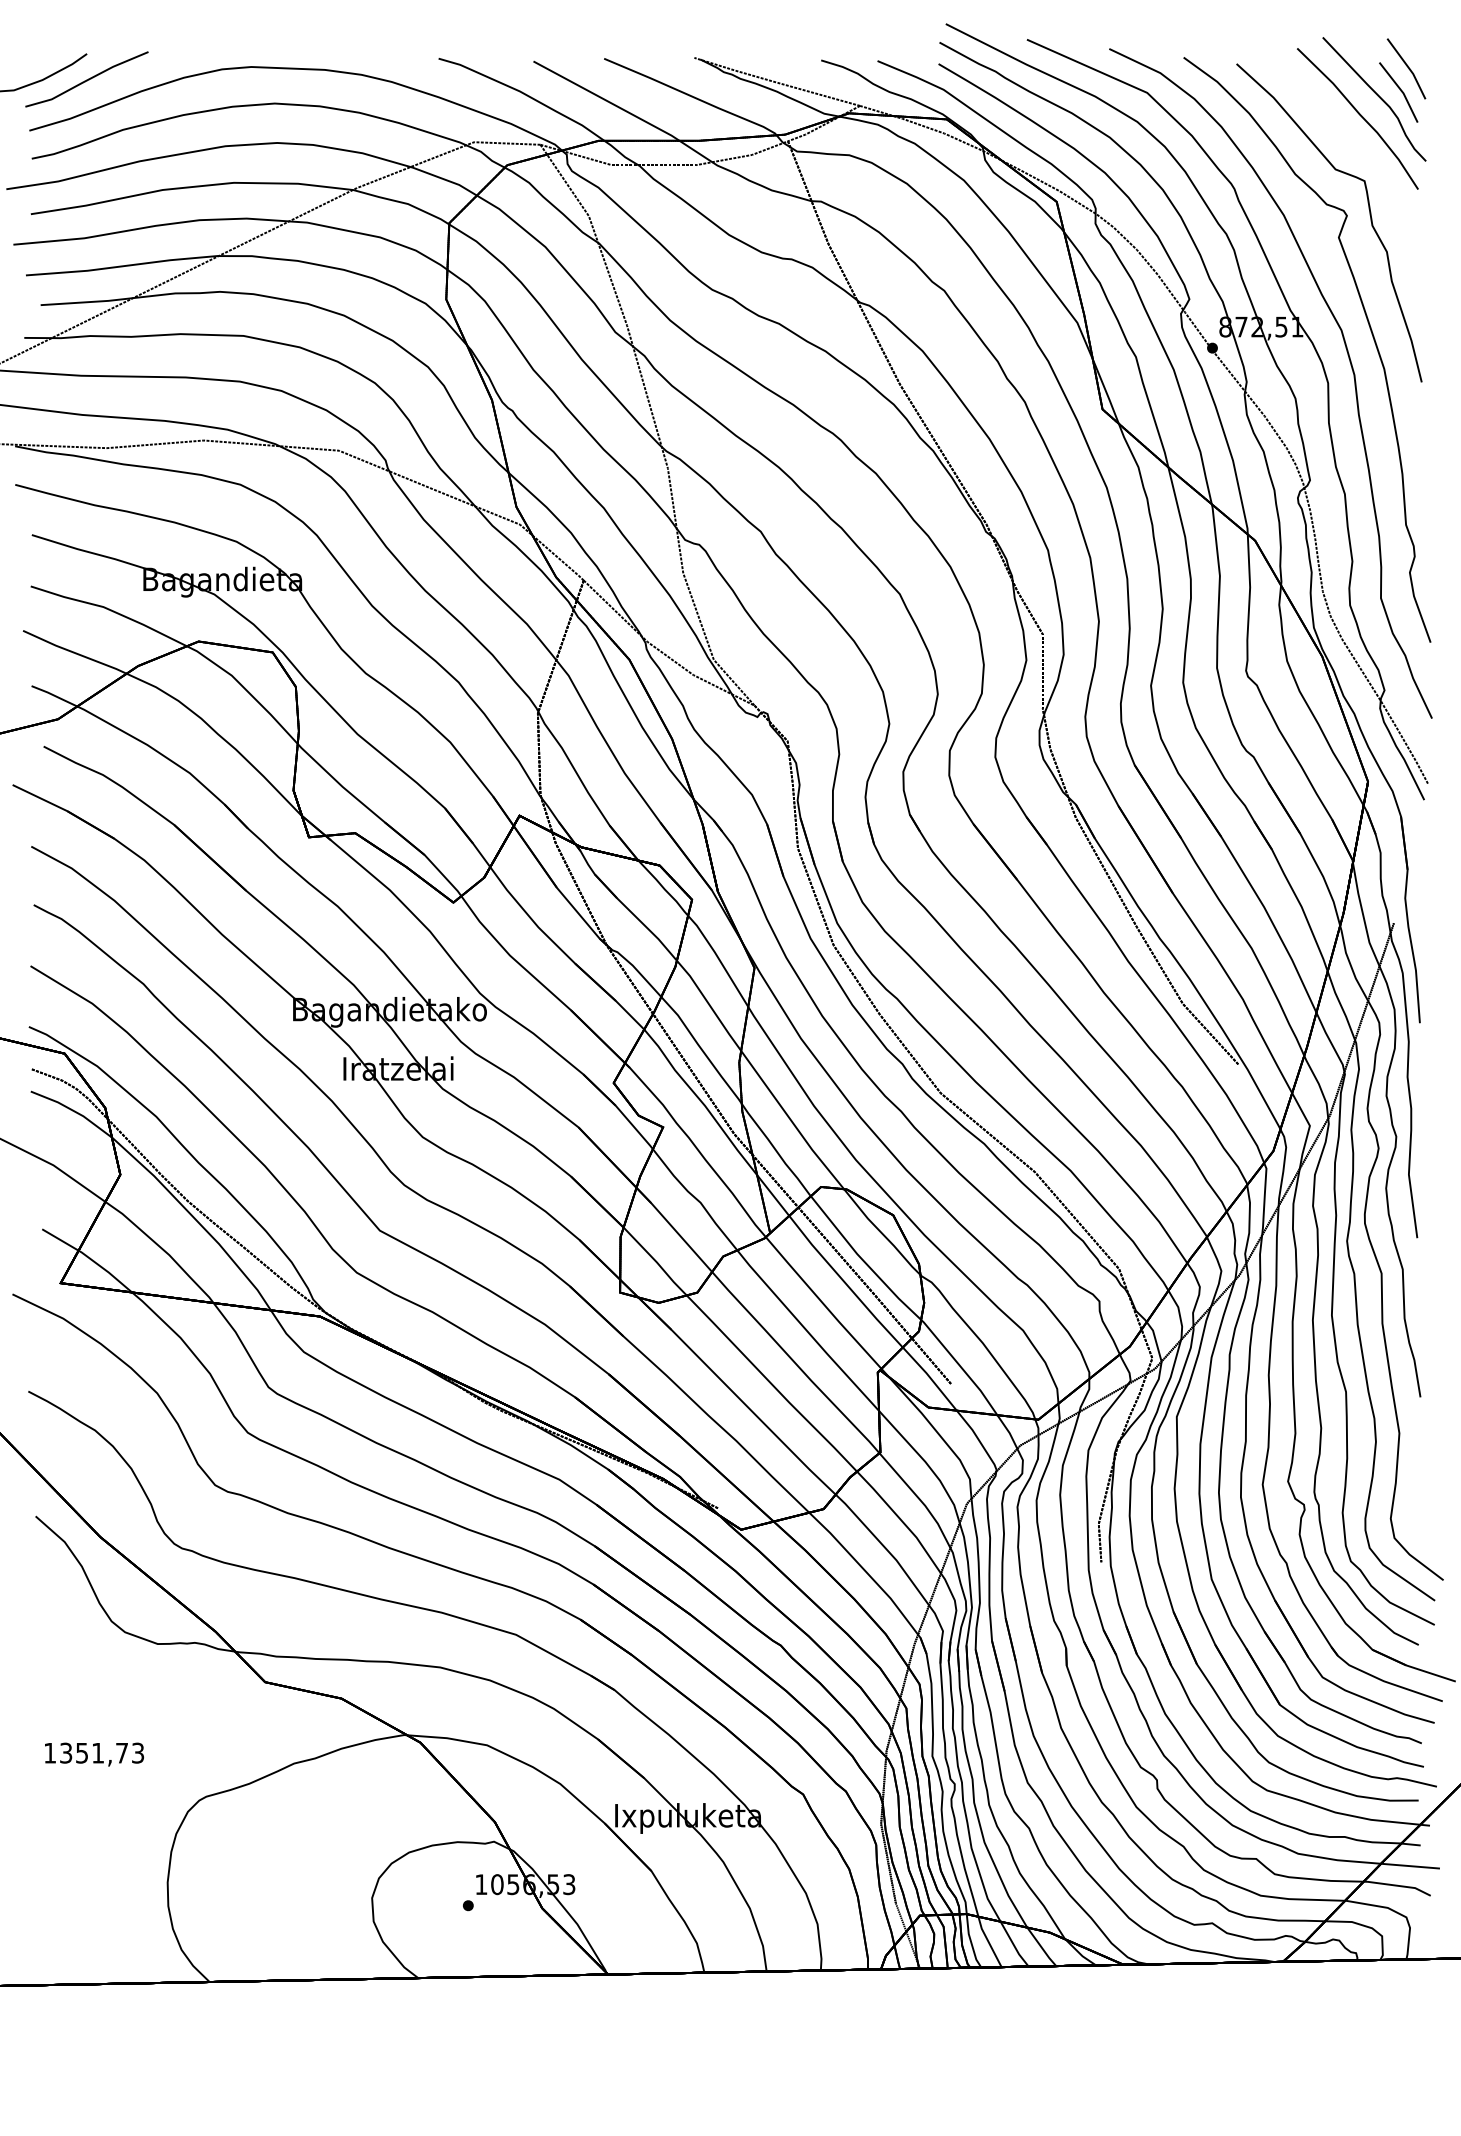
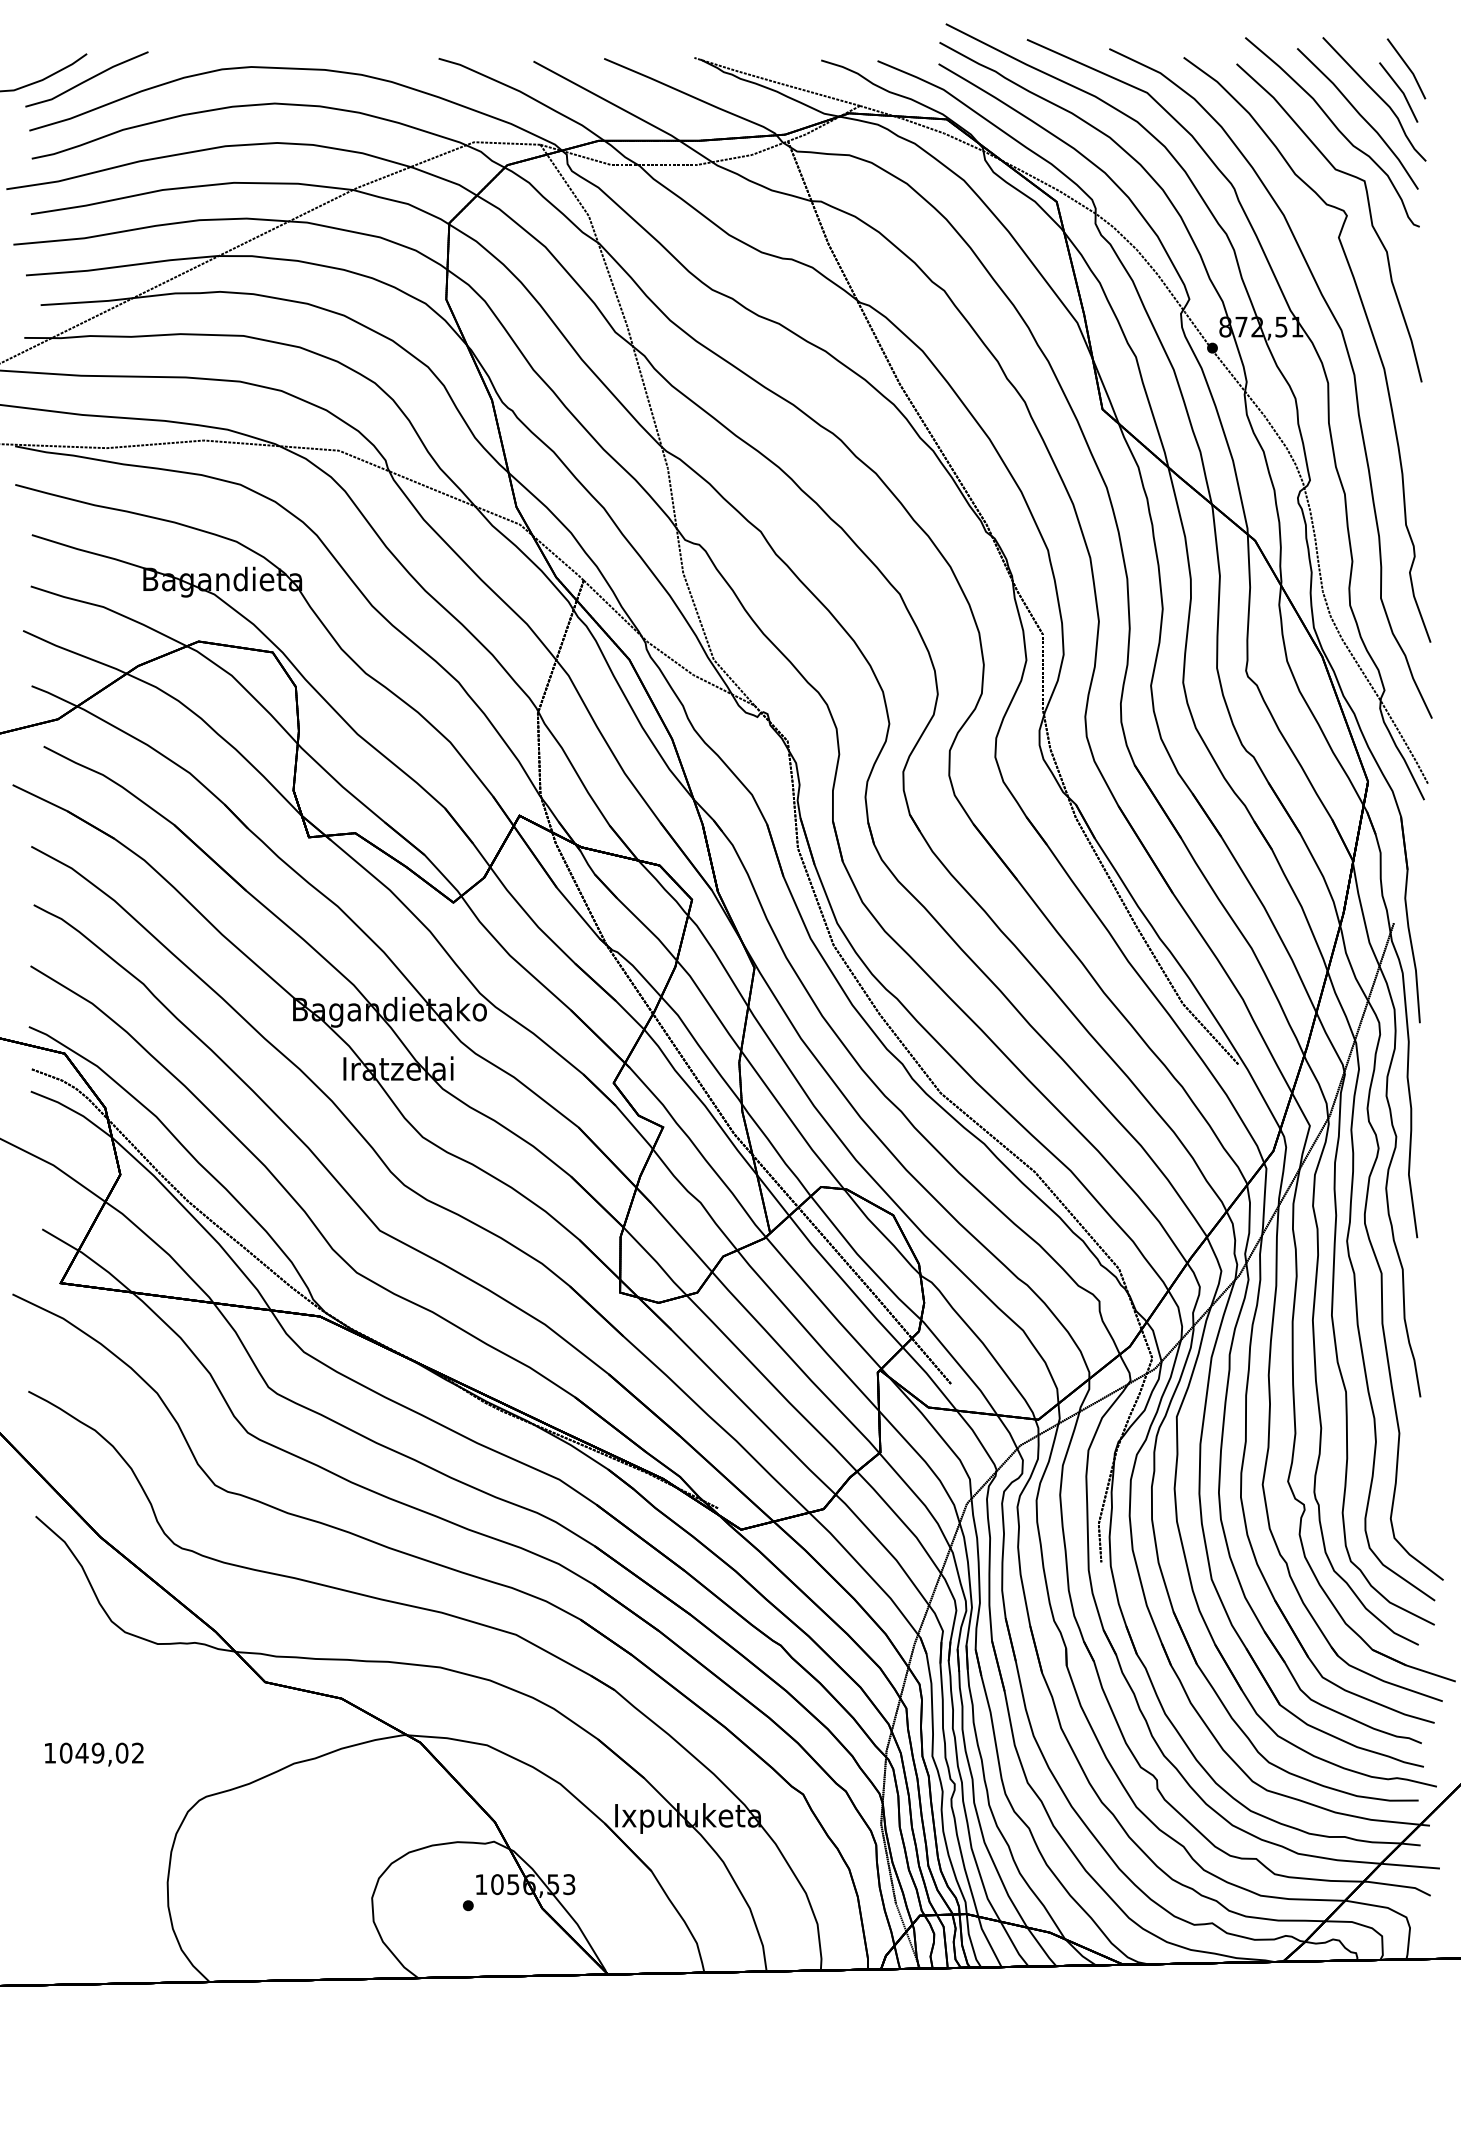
curve at (1336, 129): none -> present
text at (101, 1752): 1351,73 -> 1049,02
